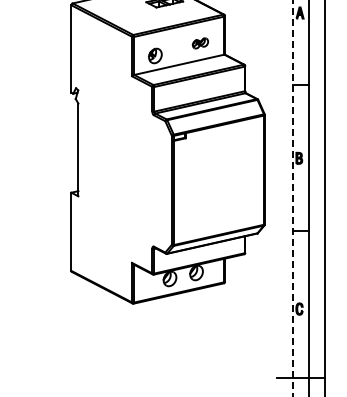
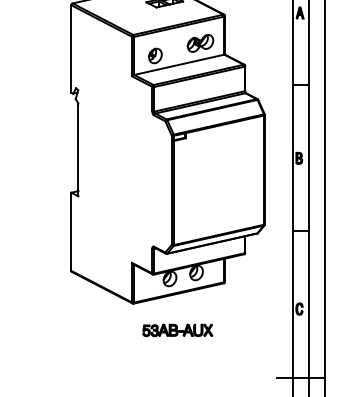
part at (199, 43) size: 18x13 px -> 29x19 px
line at (292, 198): dashed -> solid
part at (177, 330): none -> present
